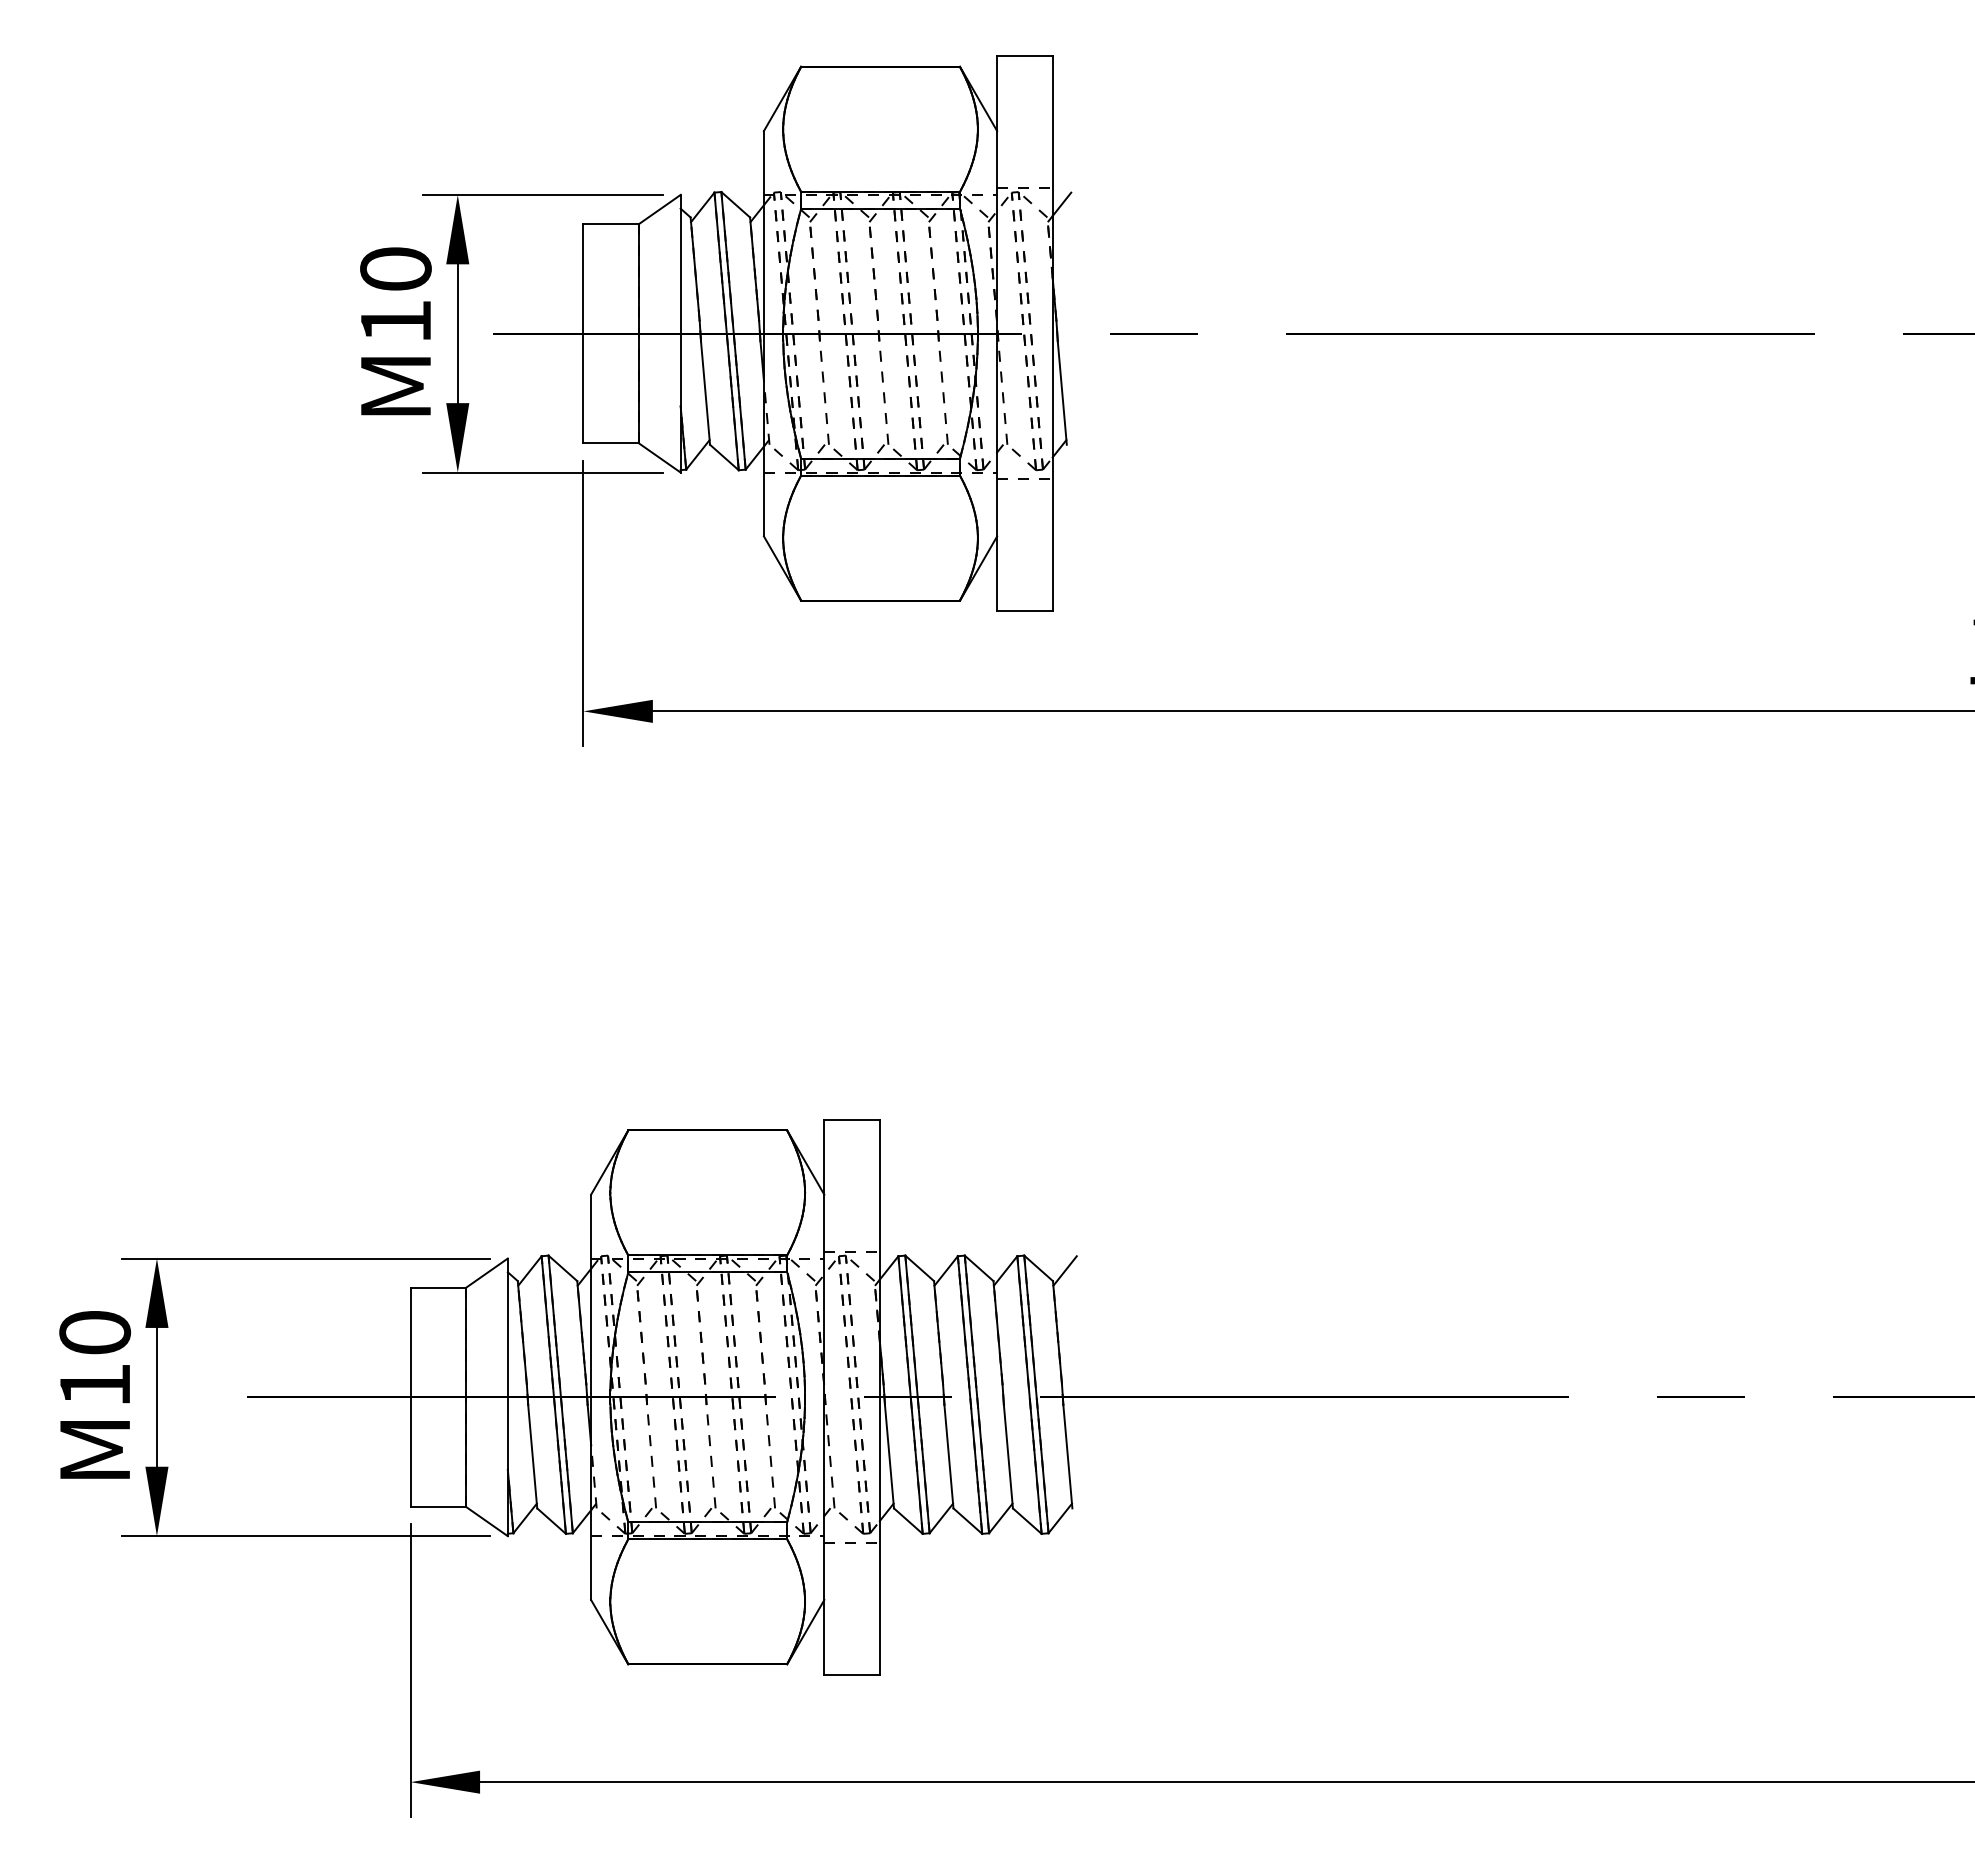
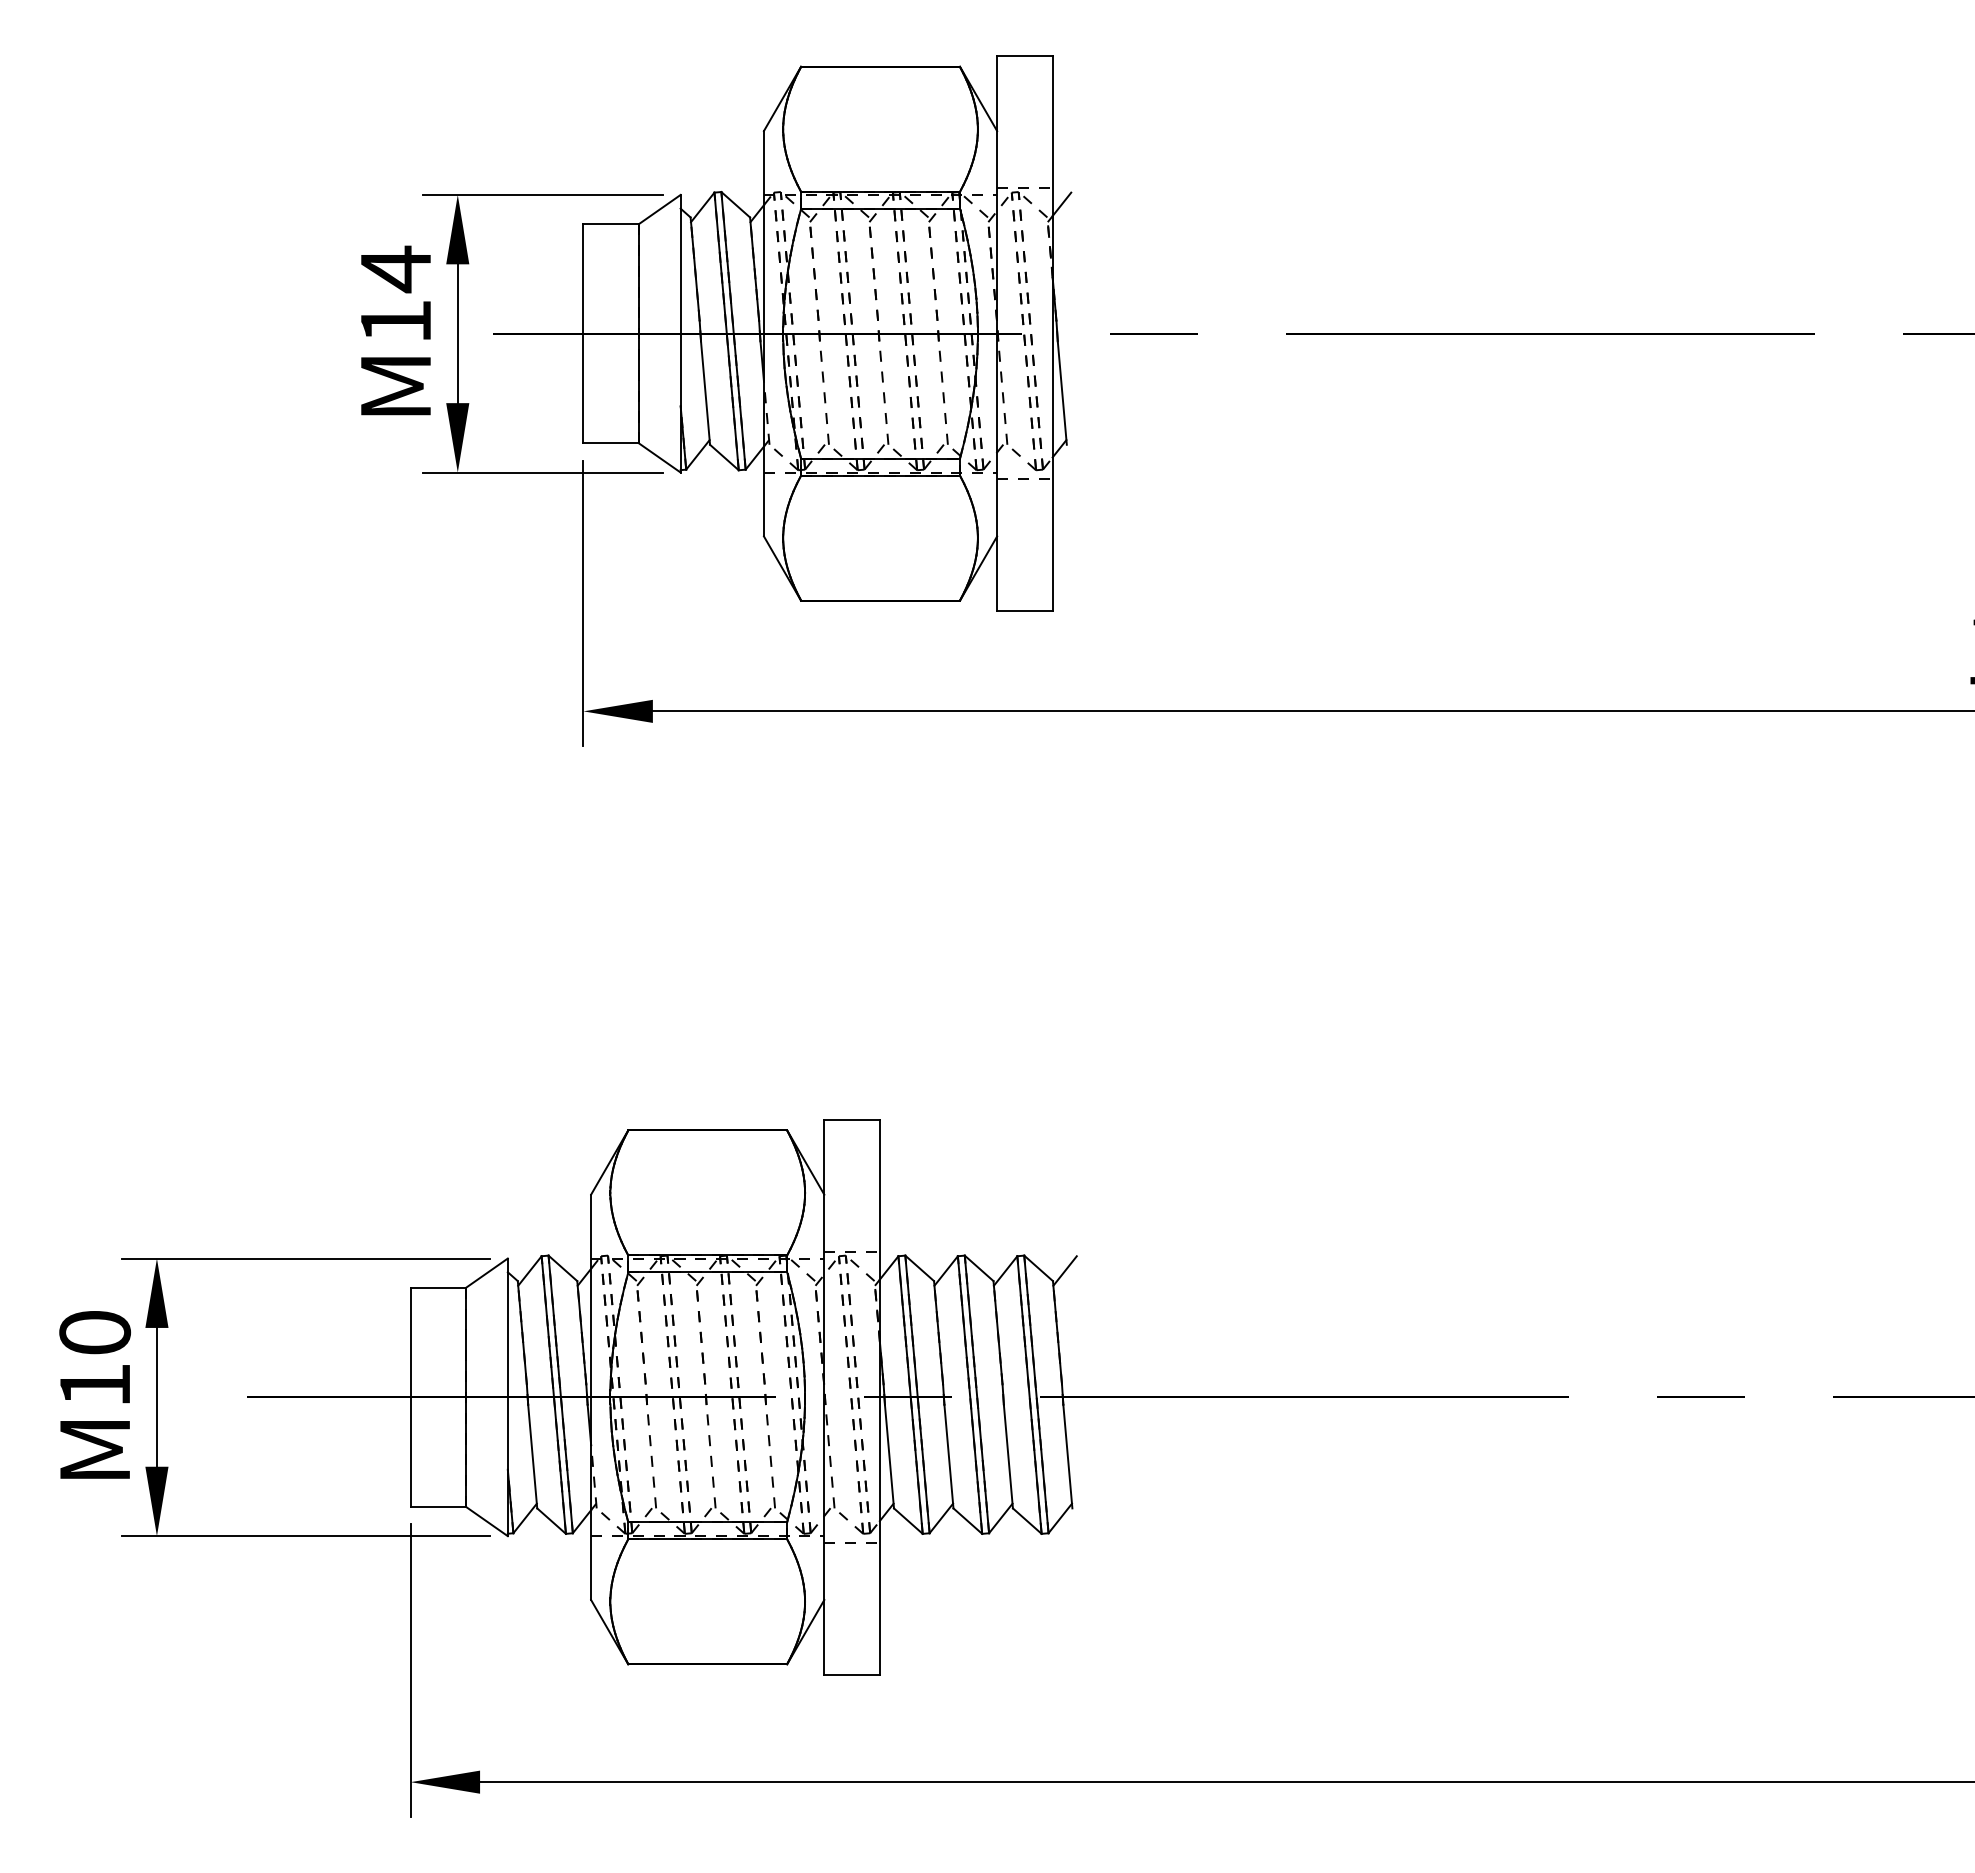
text at (395, 269): 10 -> 14
